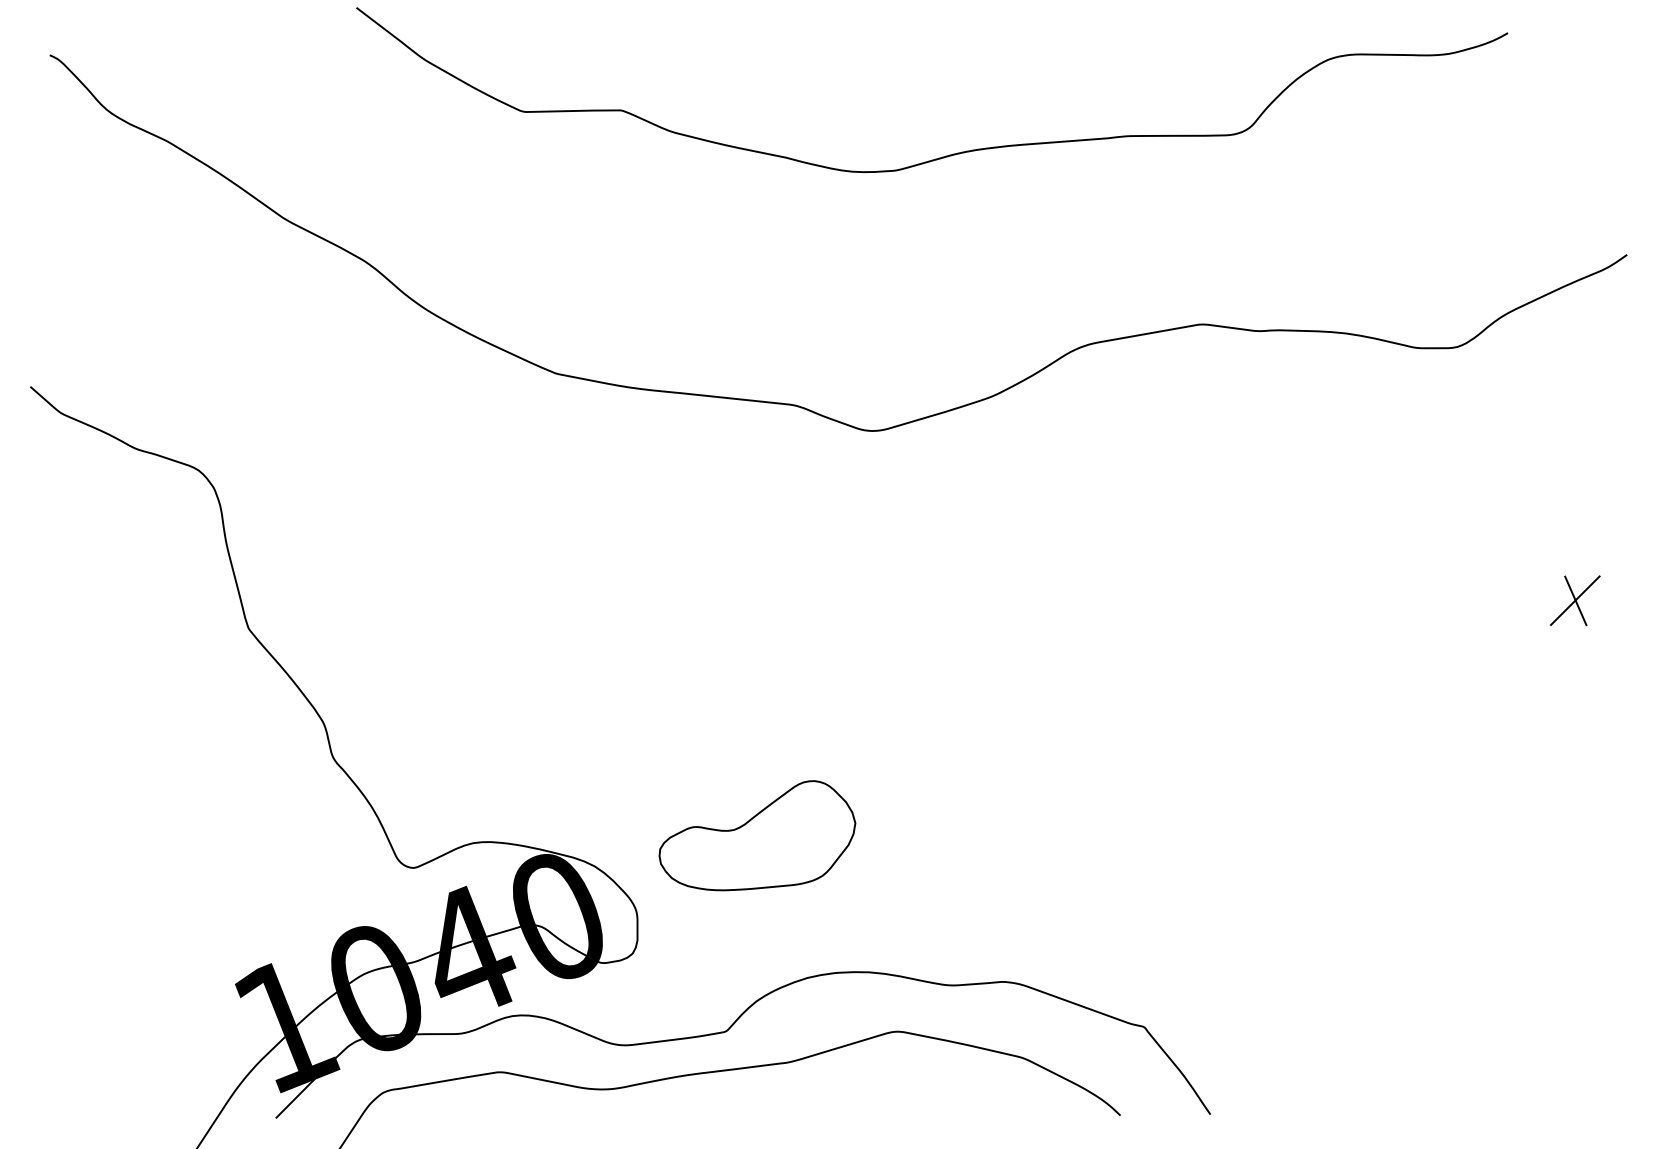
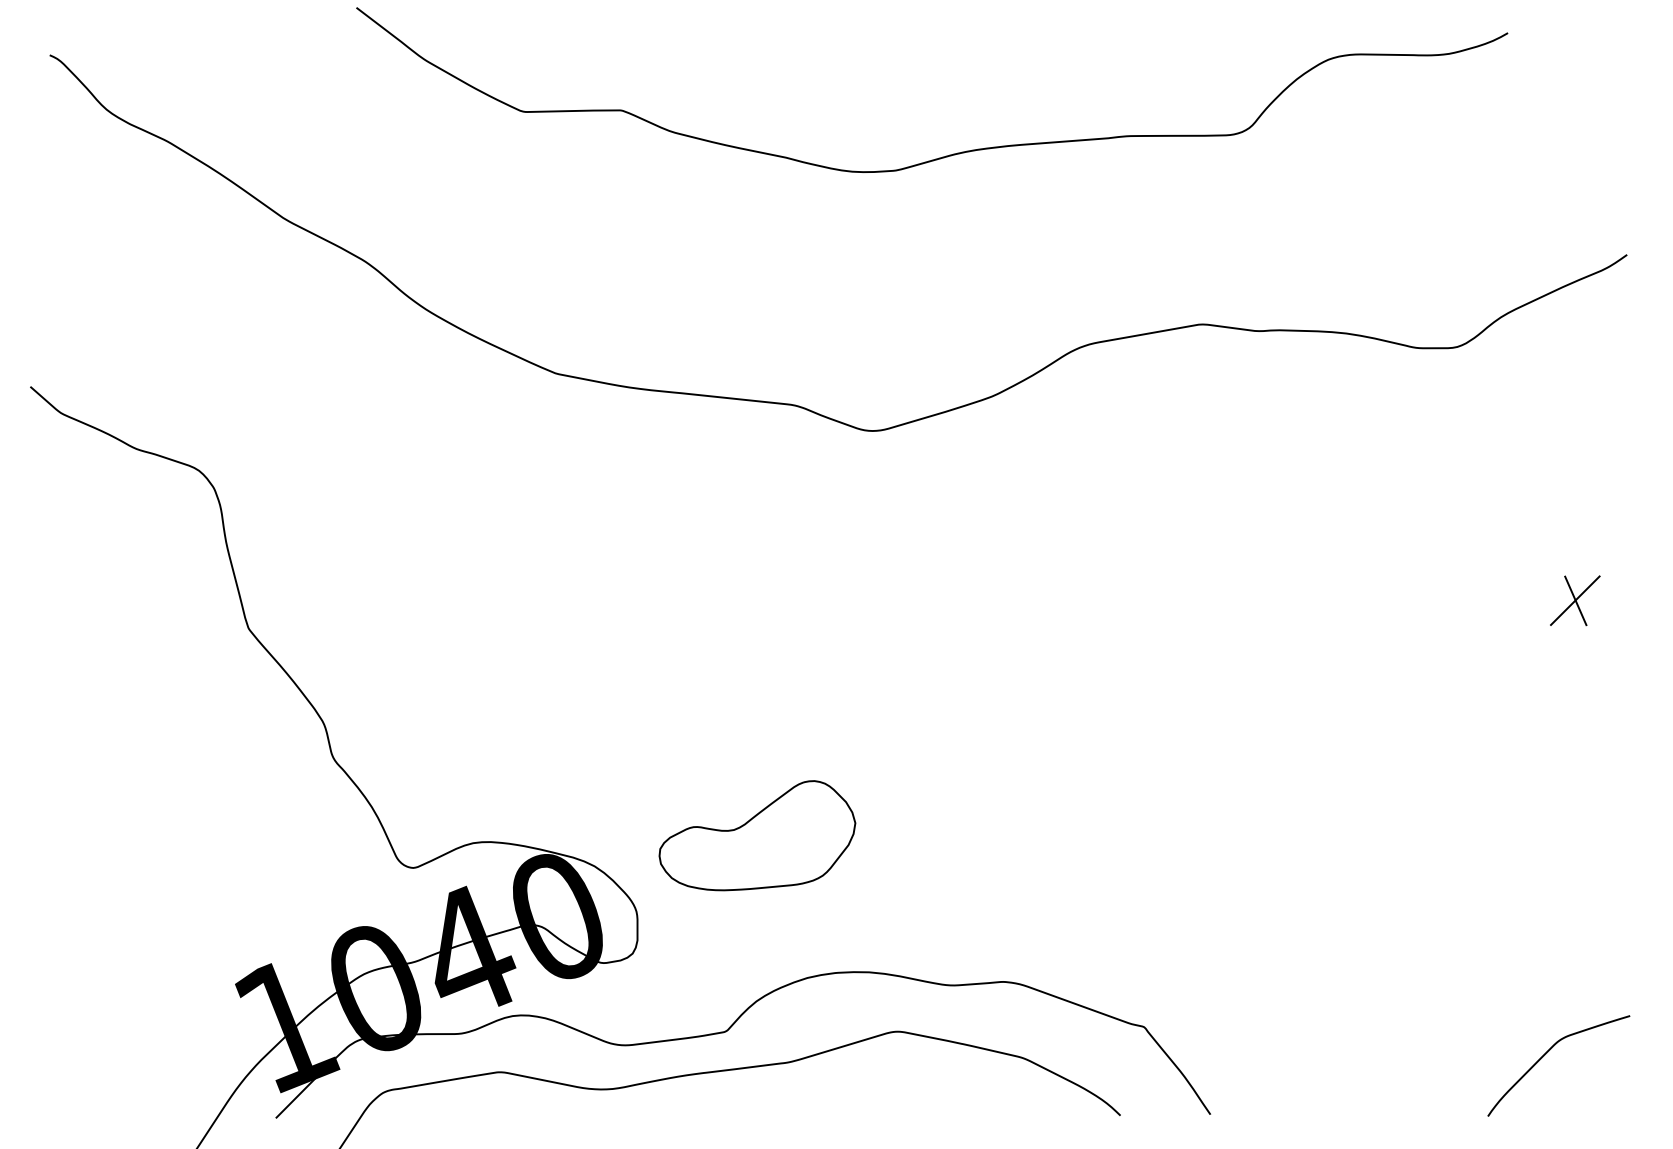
curve at (1547, 1053): none -> present
